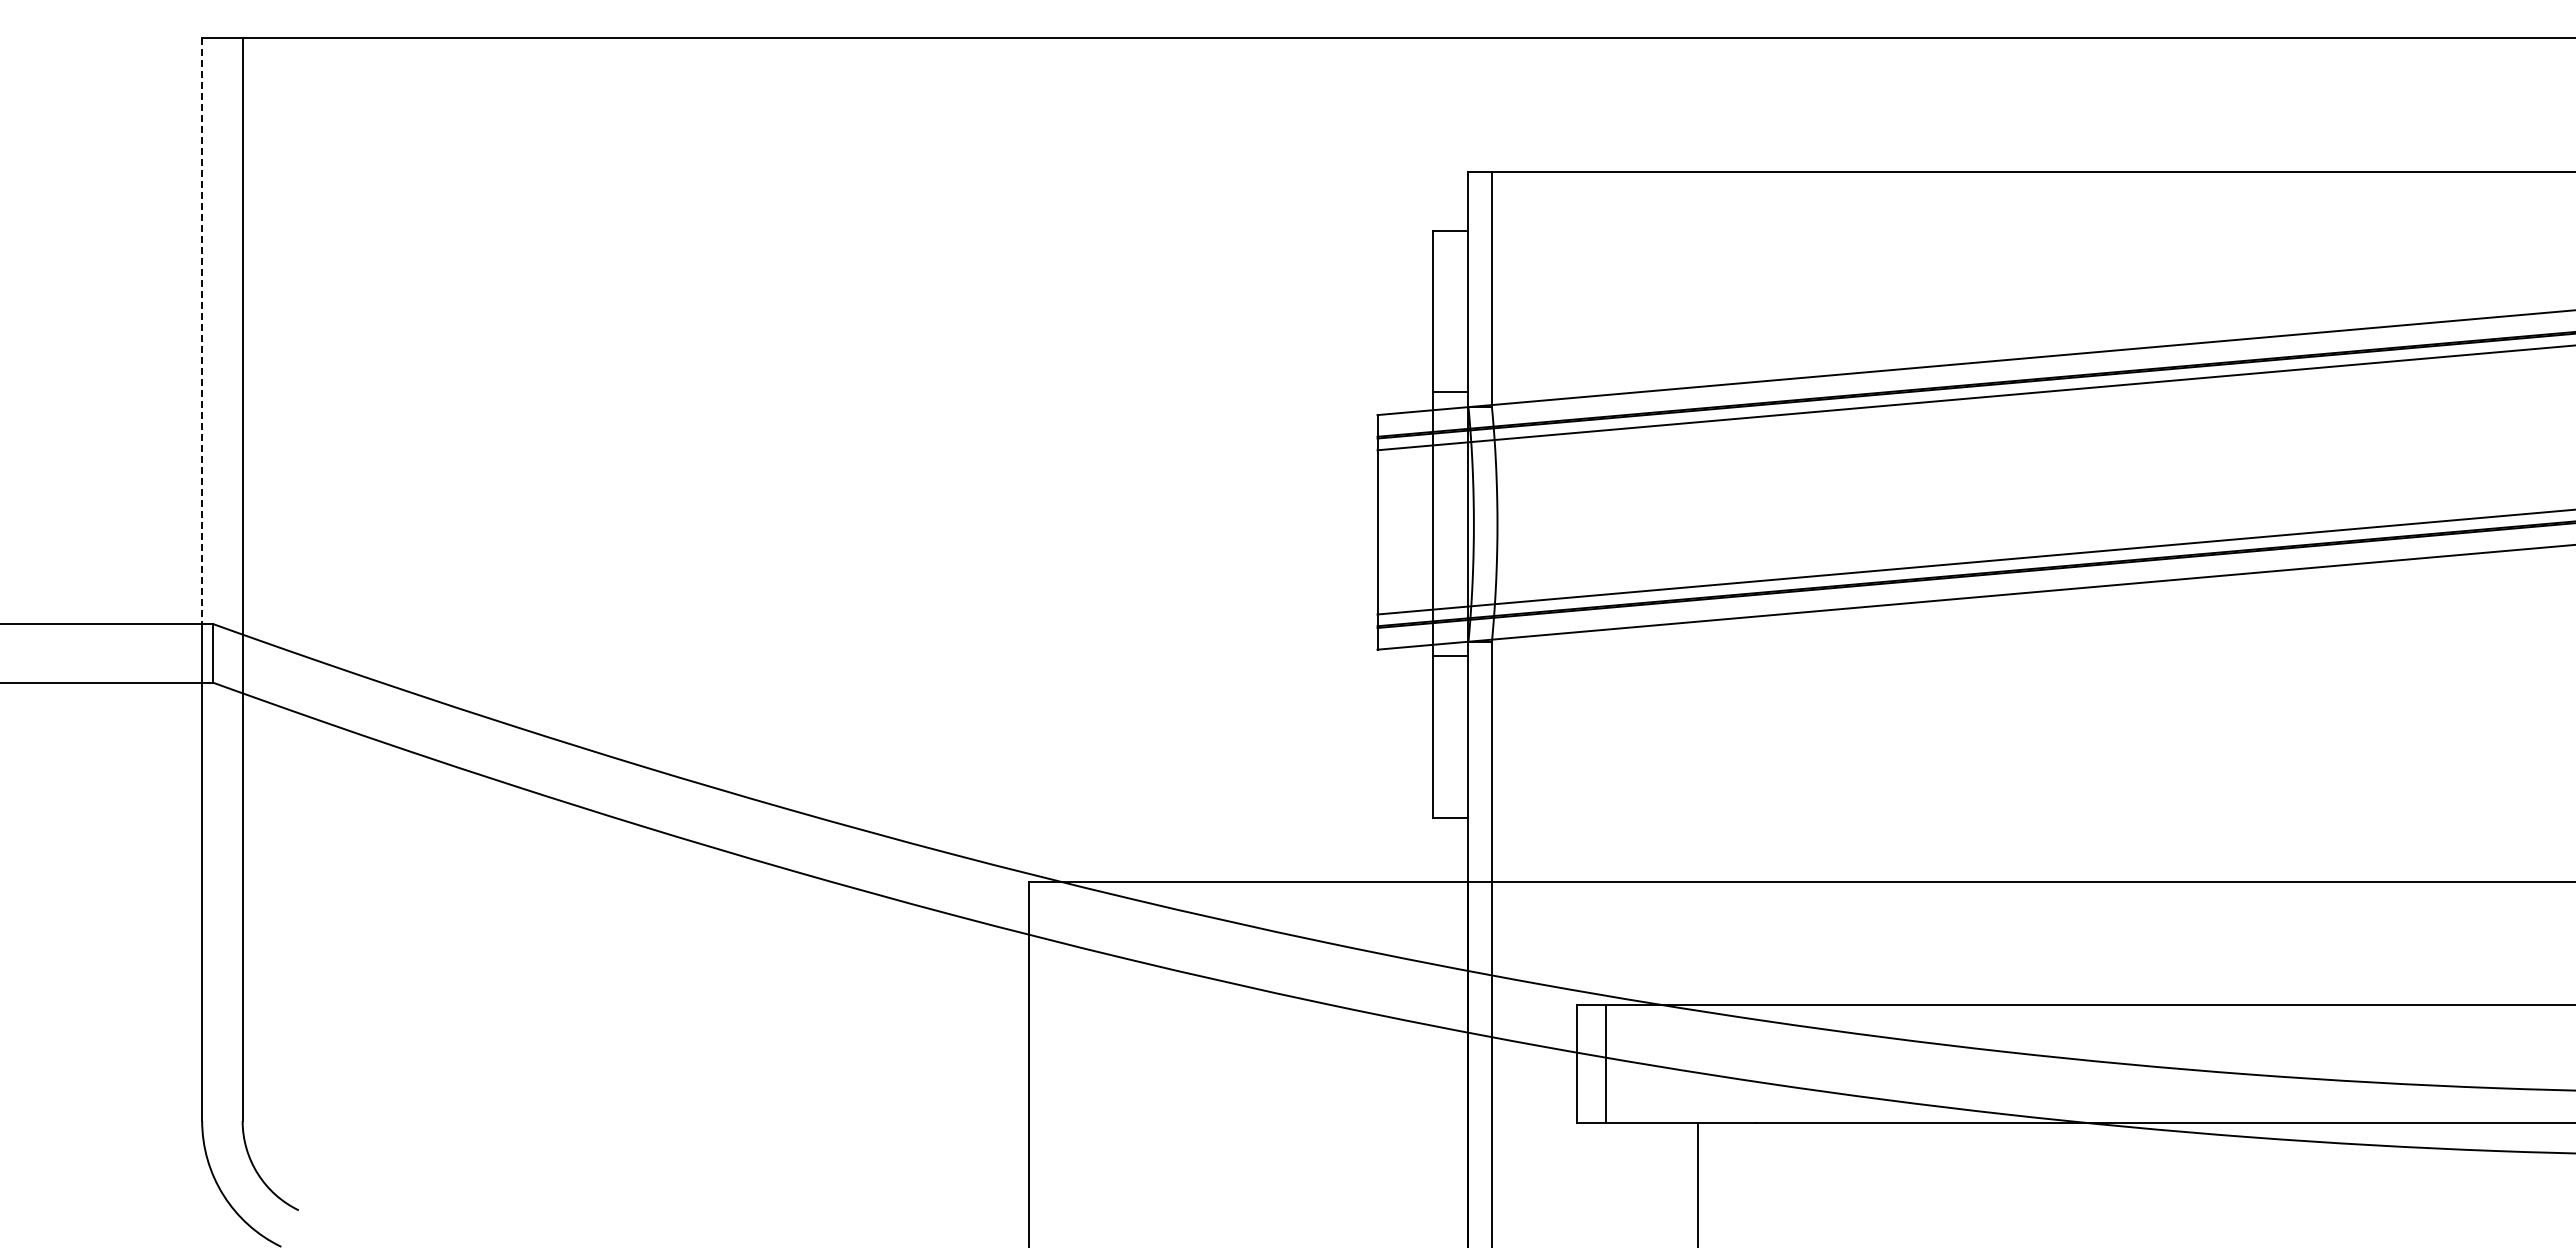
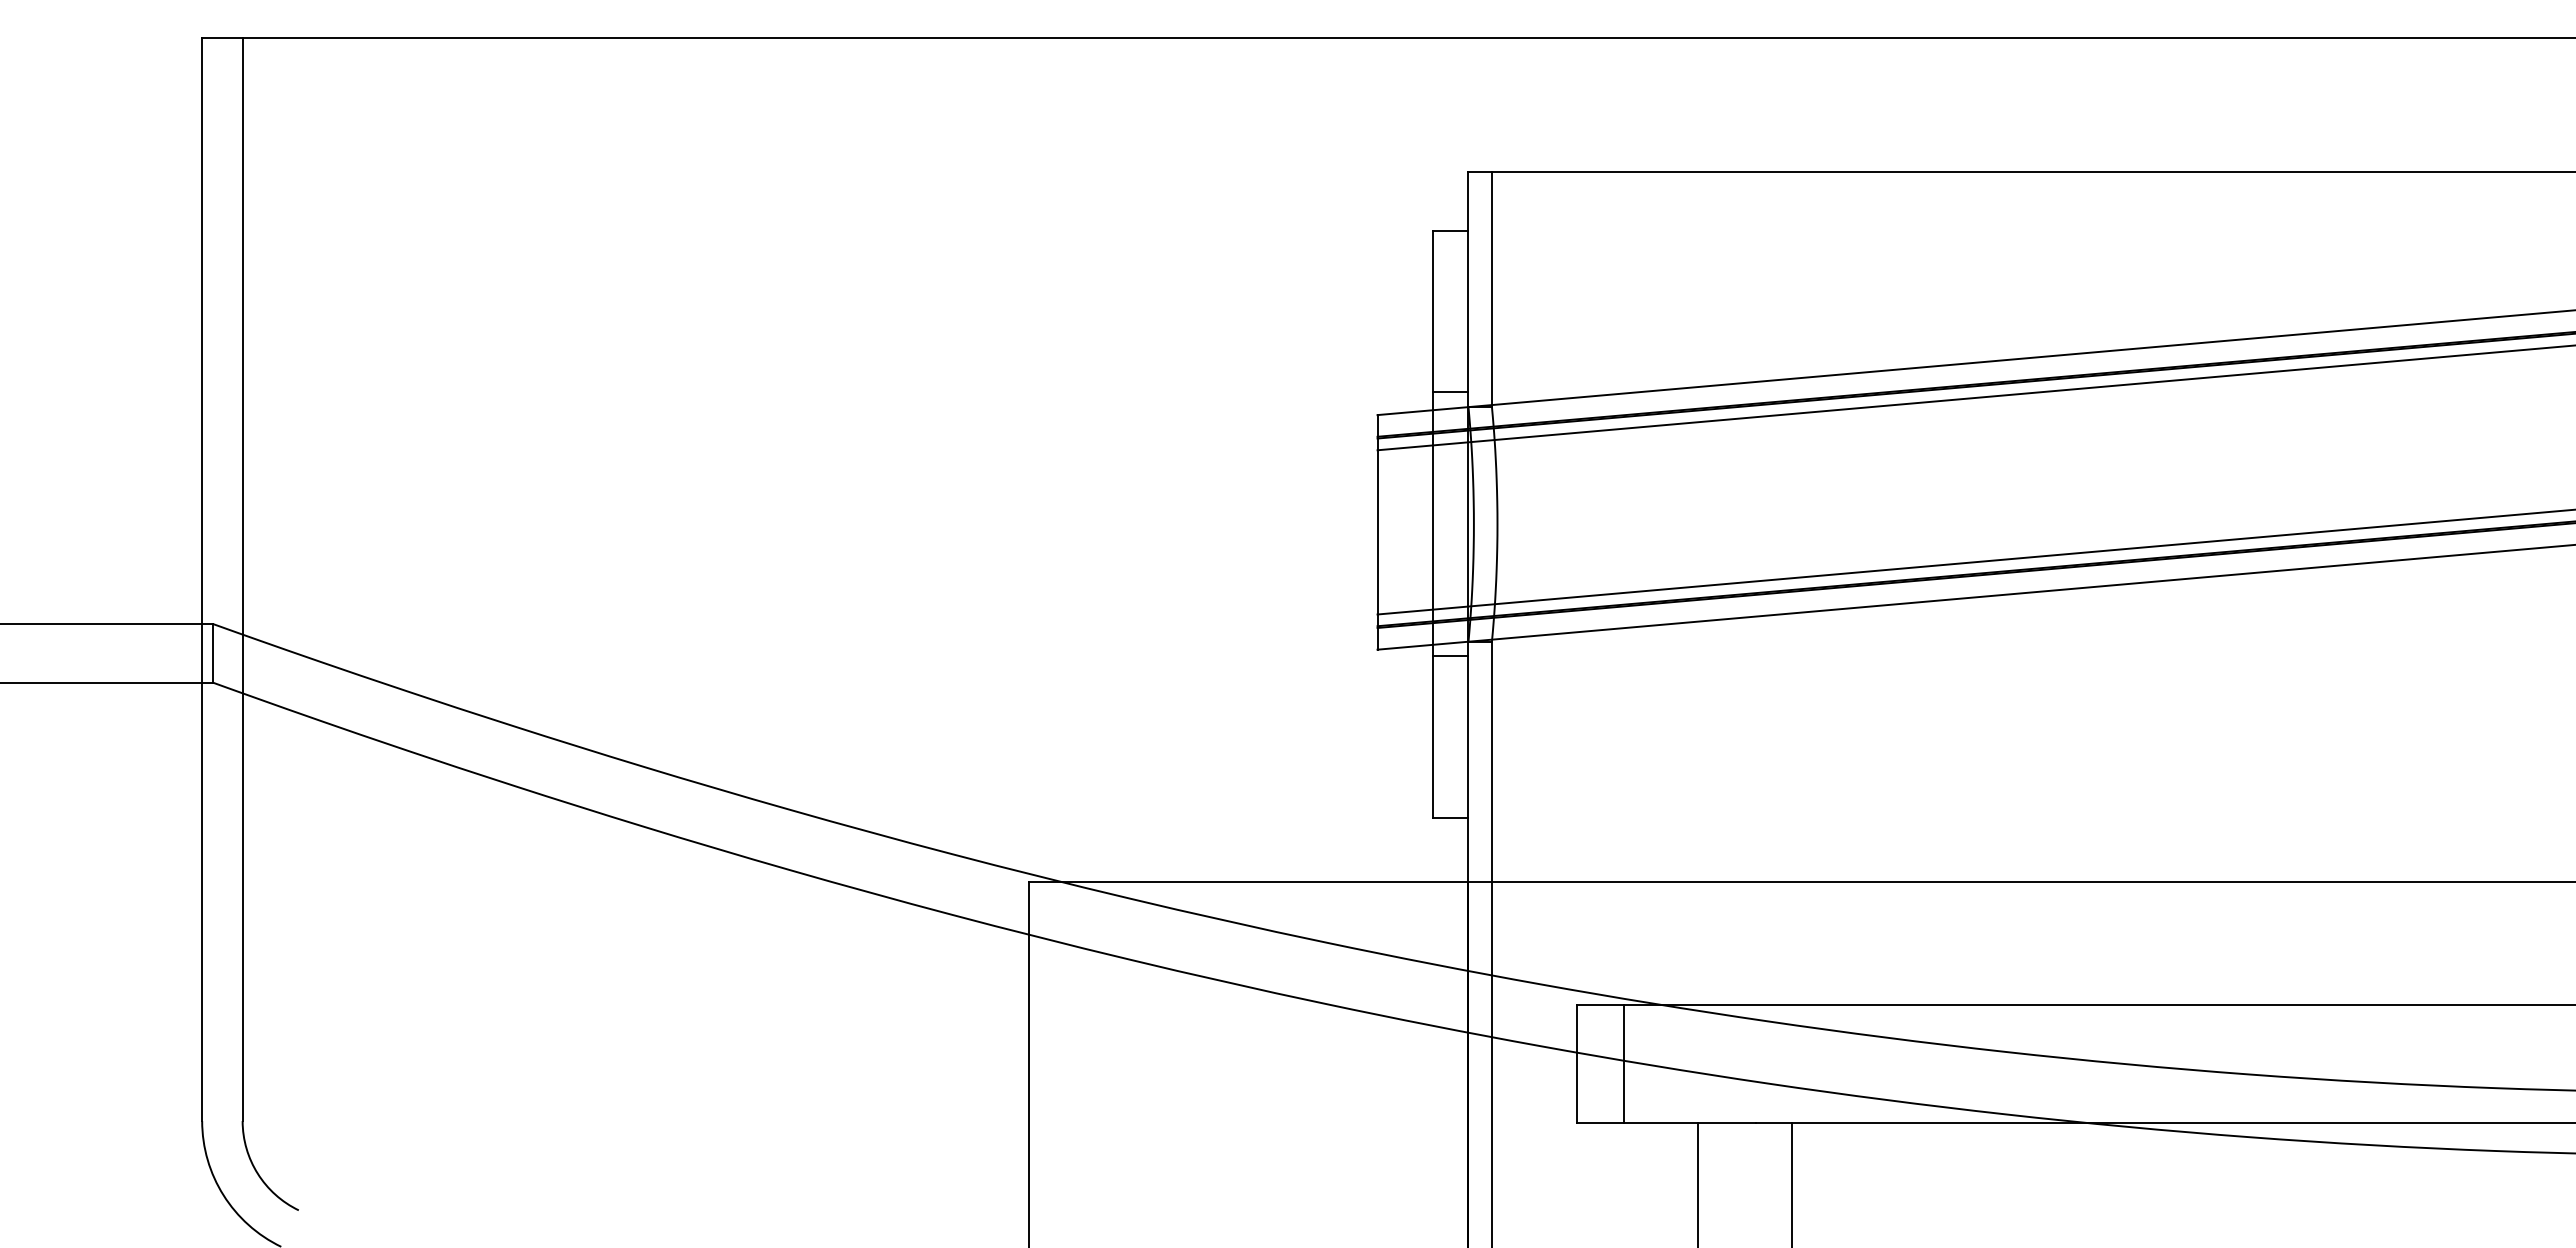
line at (202, 331): dashed -> solid
line at (1605, 1063) position: (1605, 1063) -> (1623, 1063)
line at (1792, 1183): none -> present
